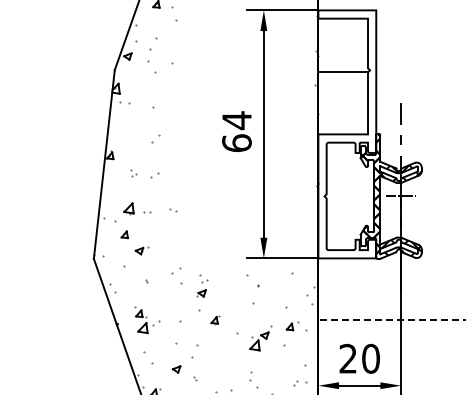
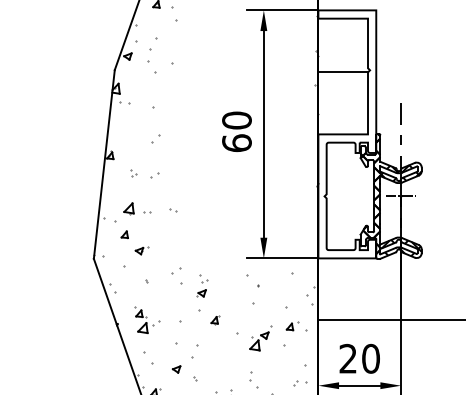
text at (236, 120): 64 -> 60
line at (391, 320): dashed -> solid
